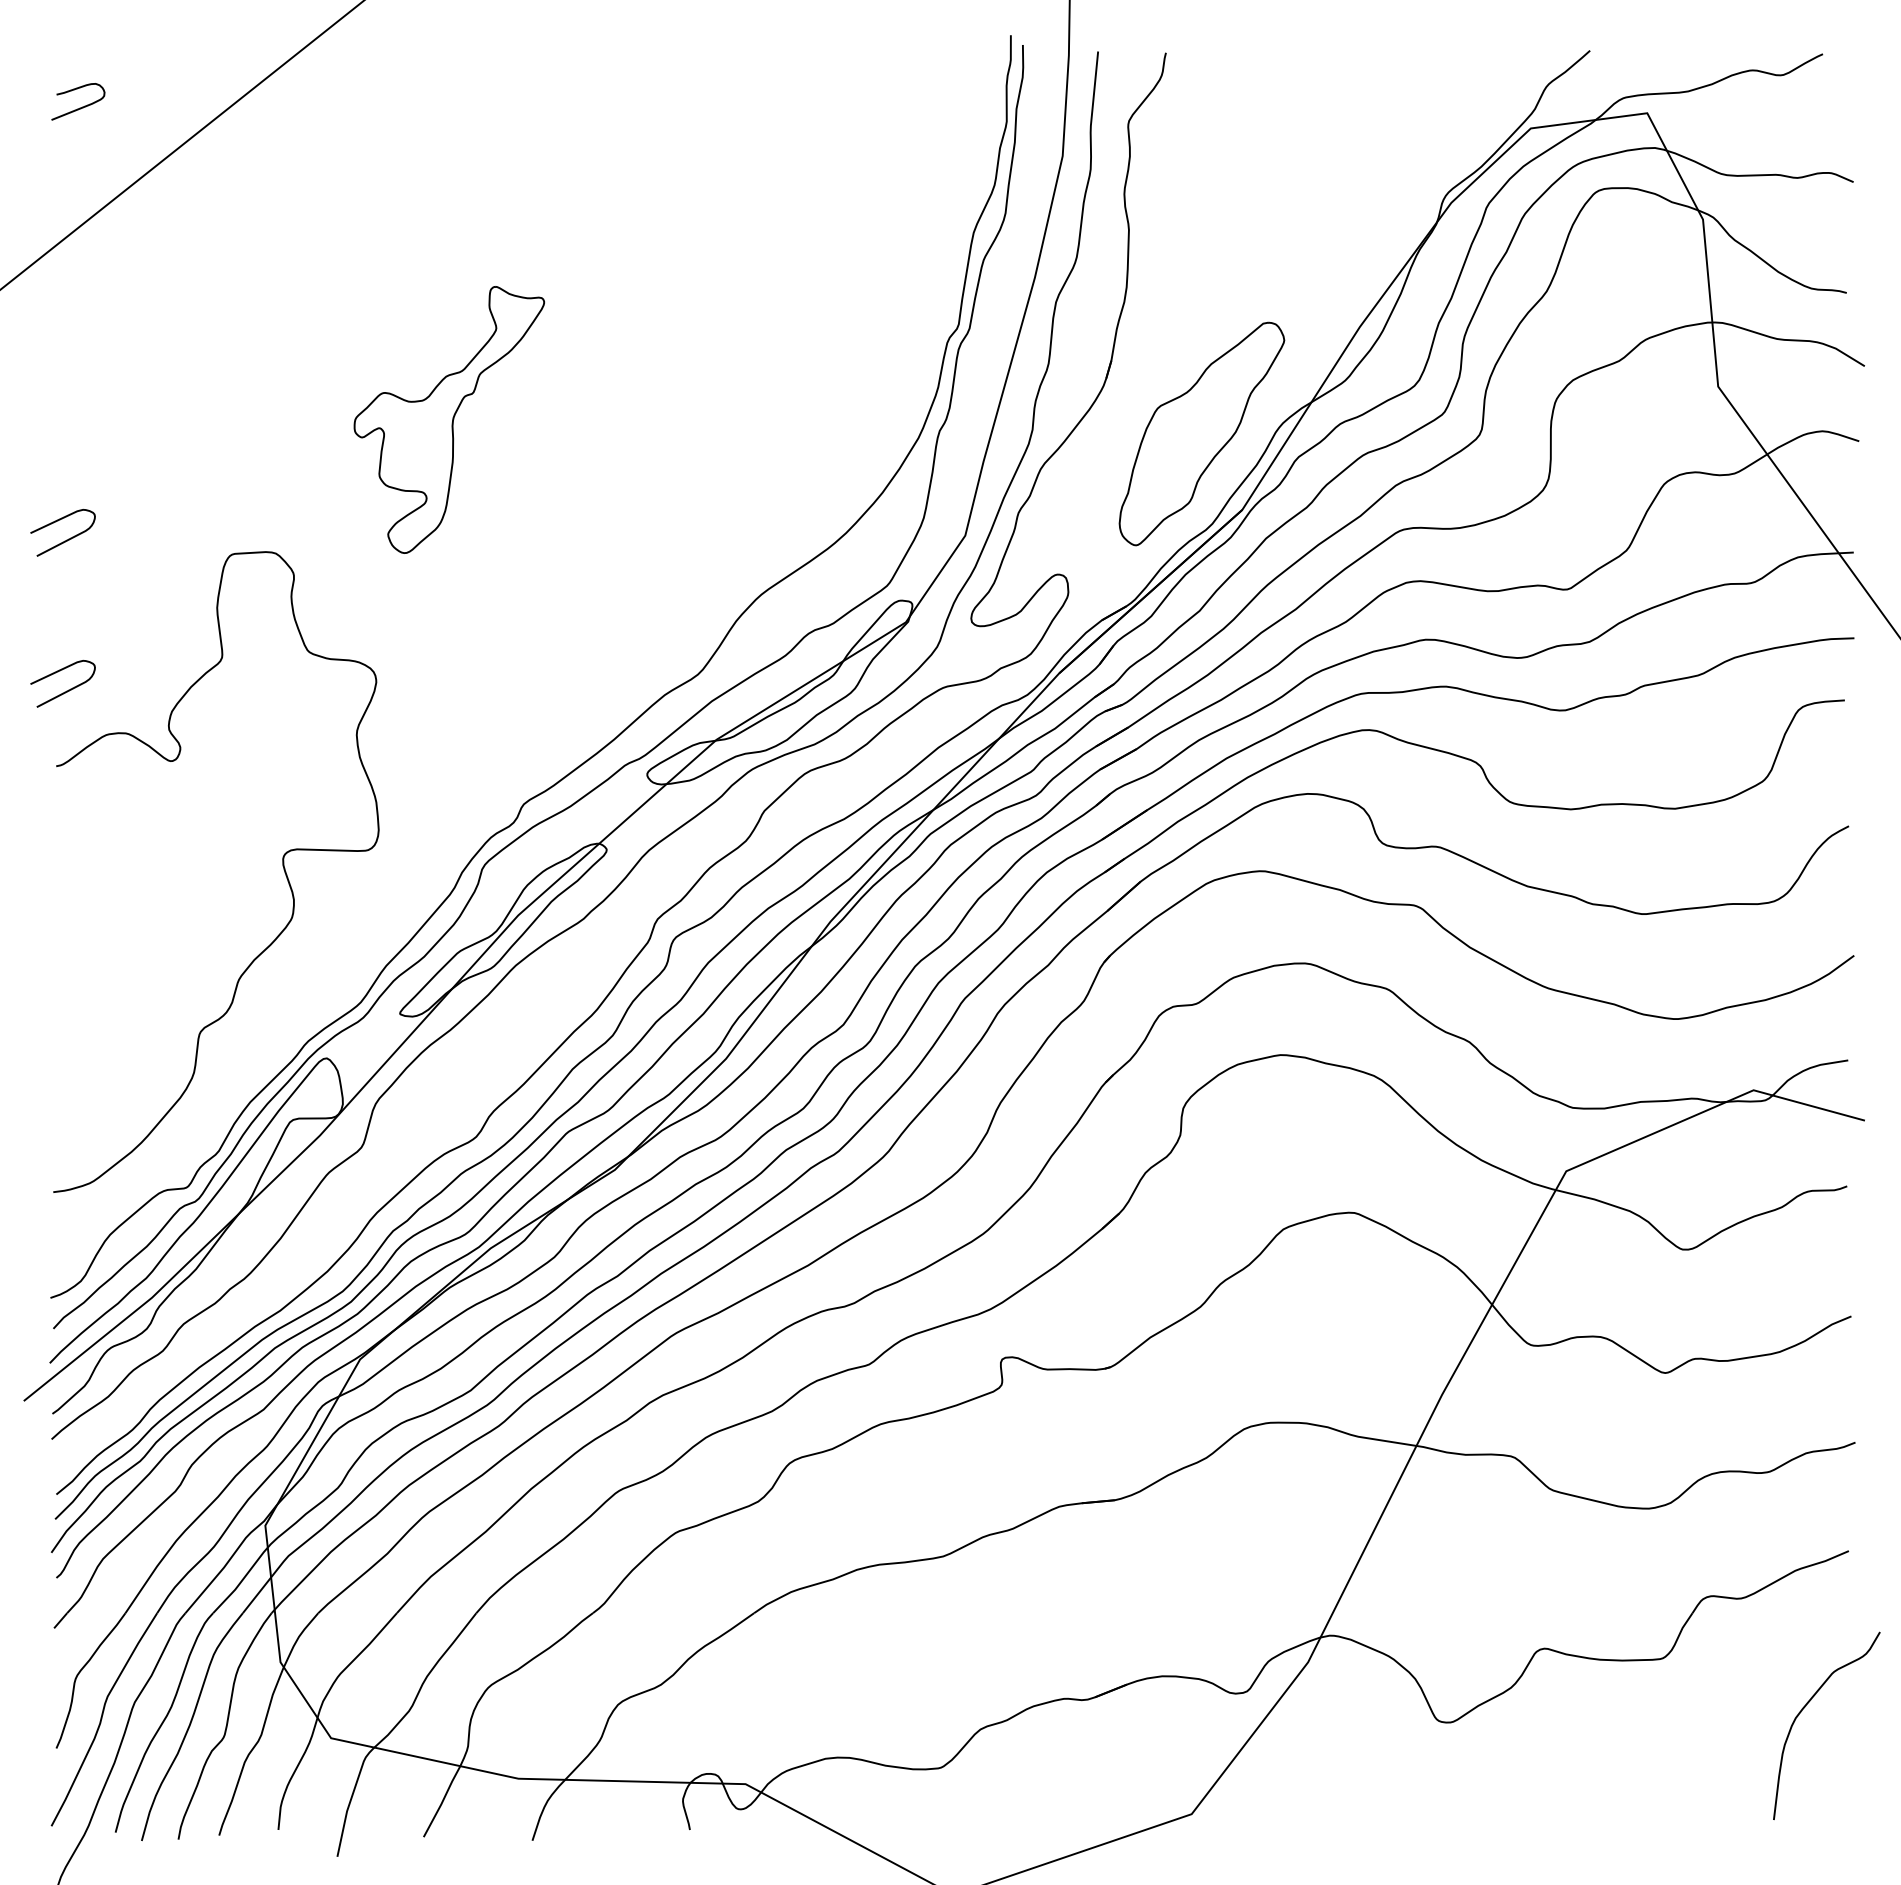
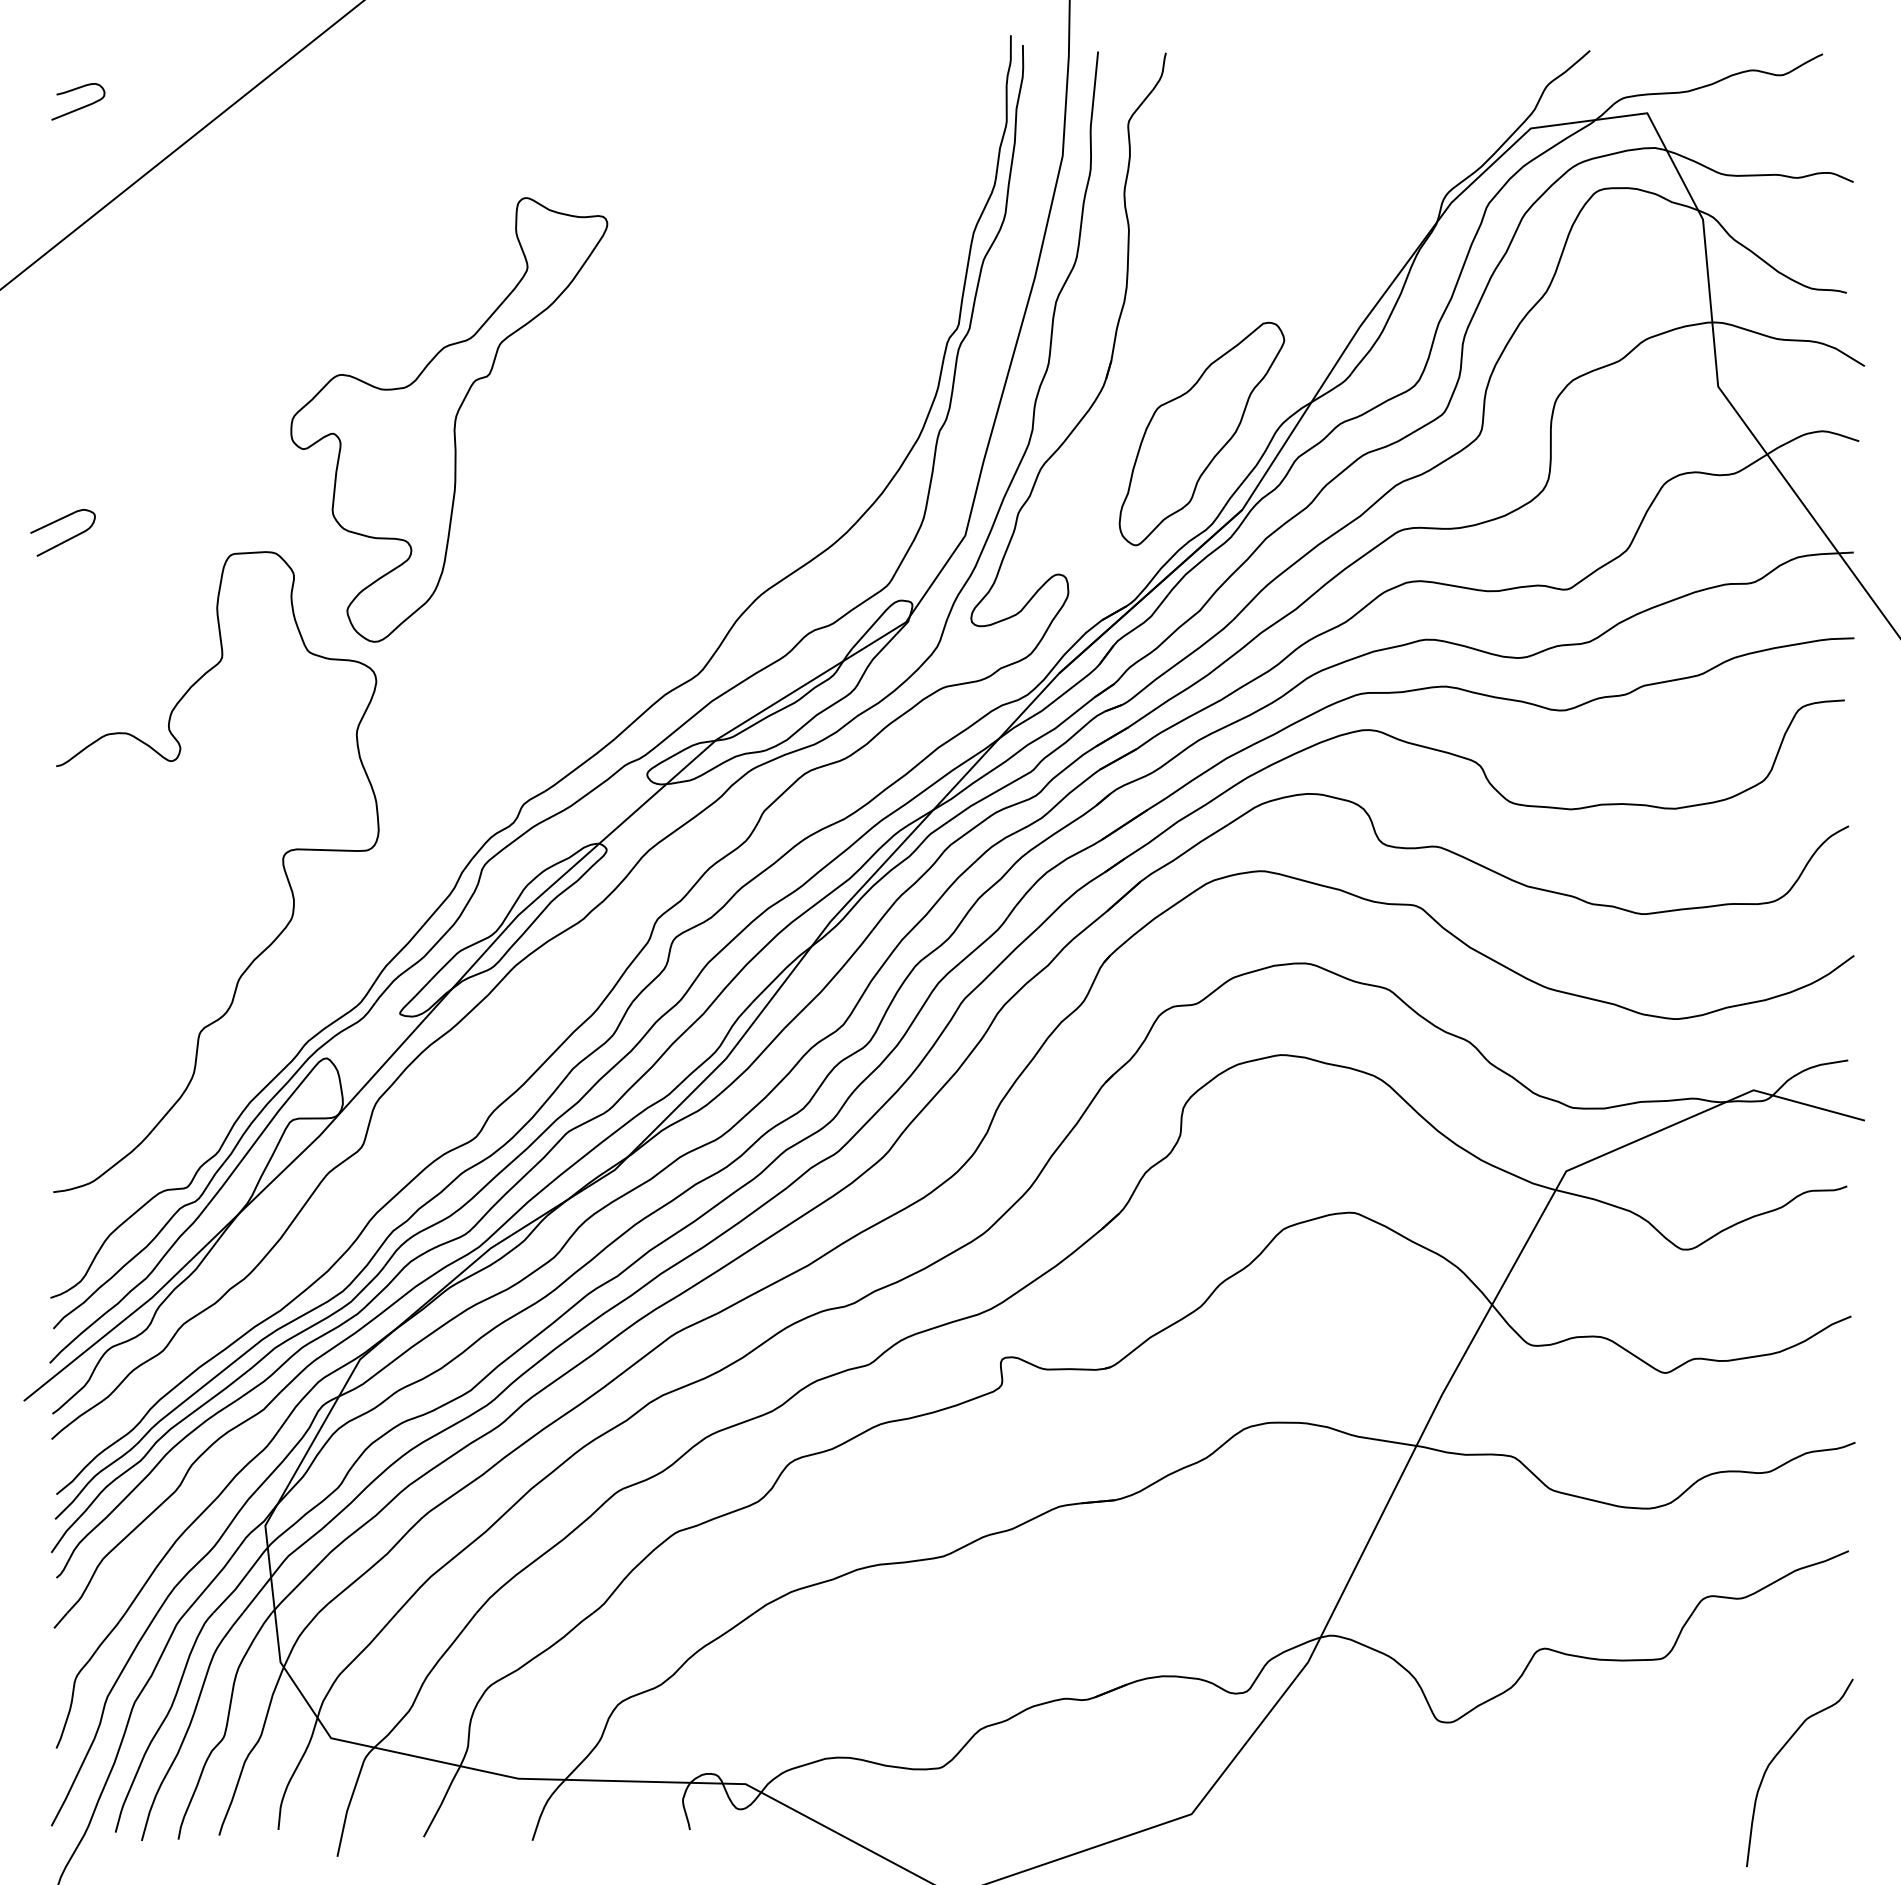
part at (448, 419) size: 192x268 px -> 319x446 px
curve at (66, 690): present -> none
curve at (1806, 1706) position: (1806, 1706) -> (1779, 1753)
